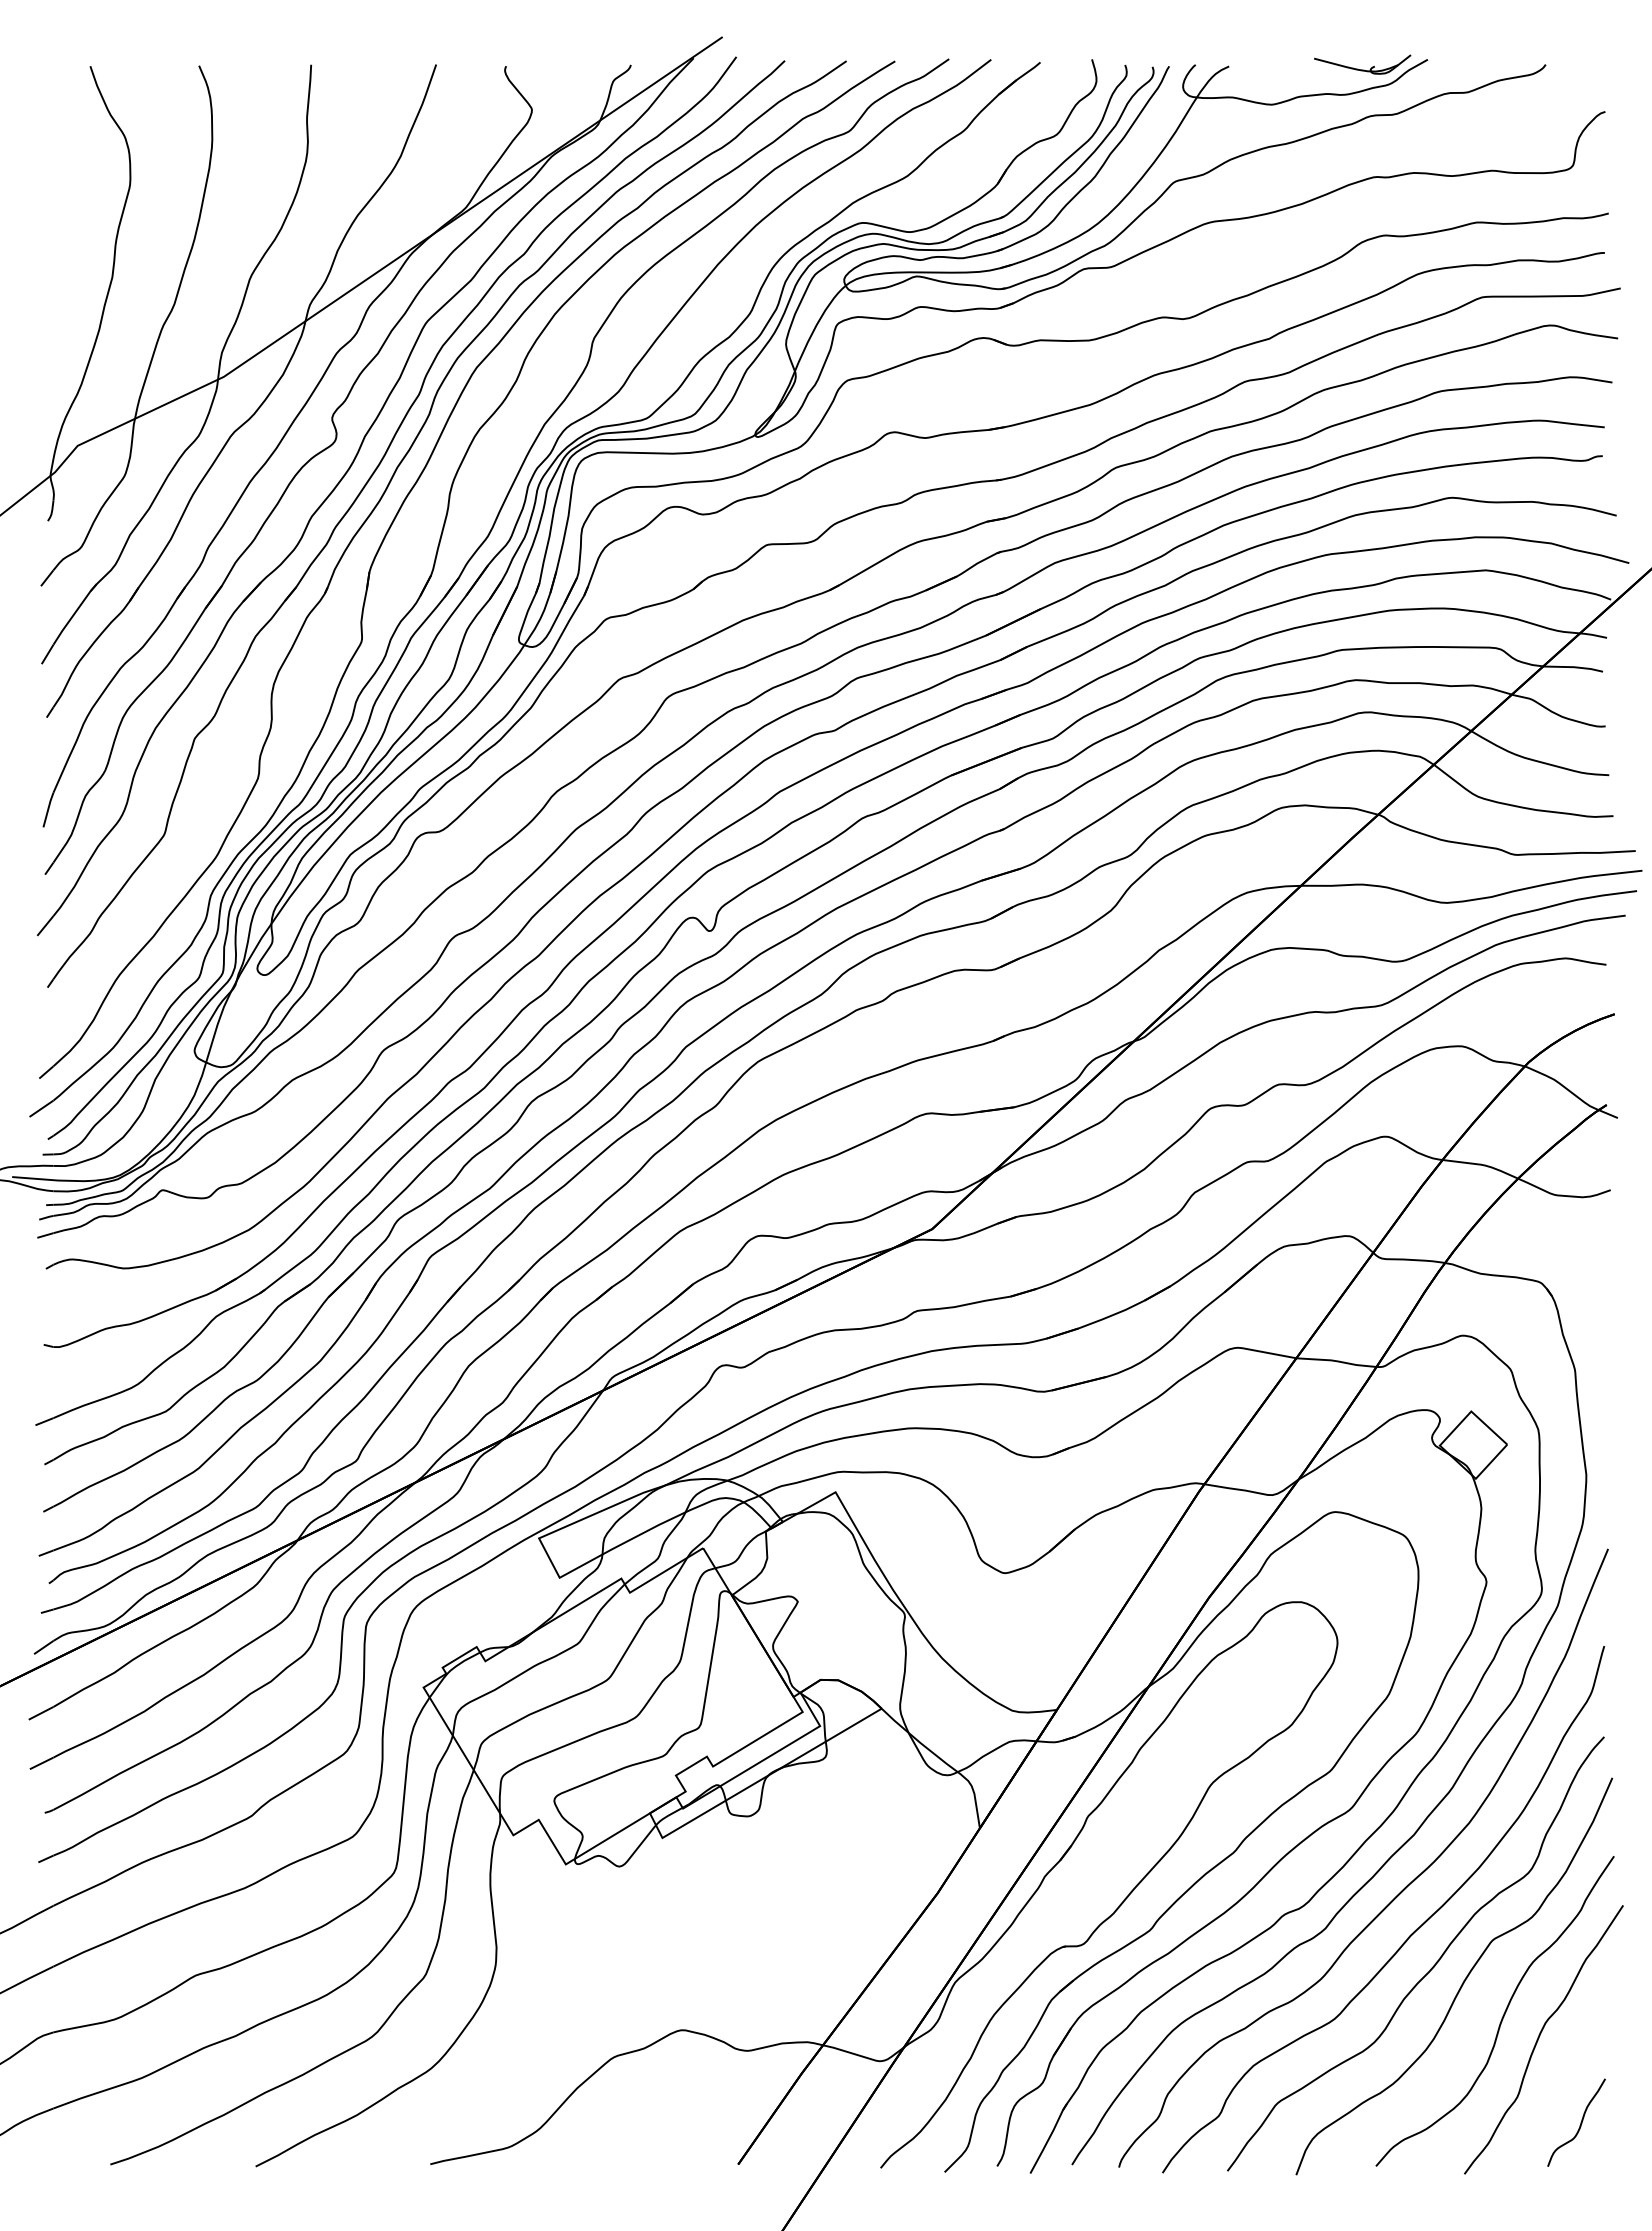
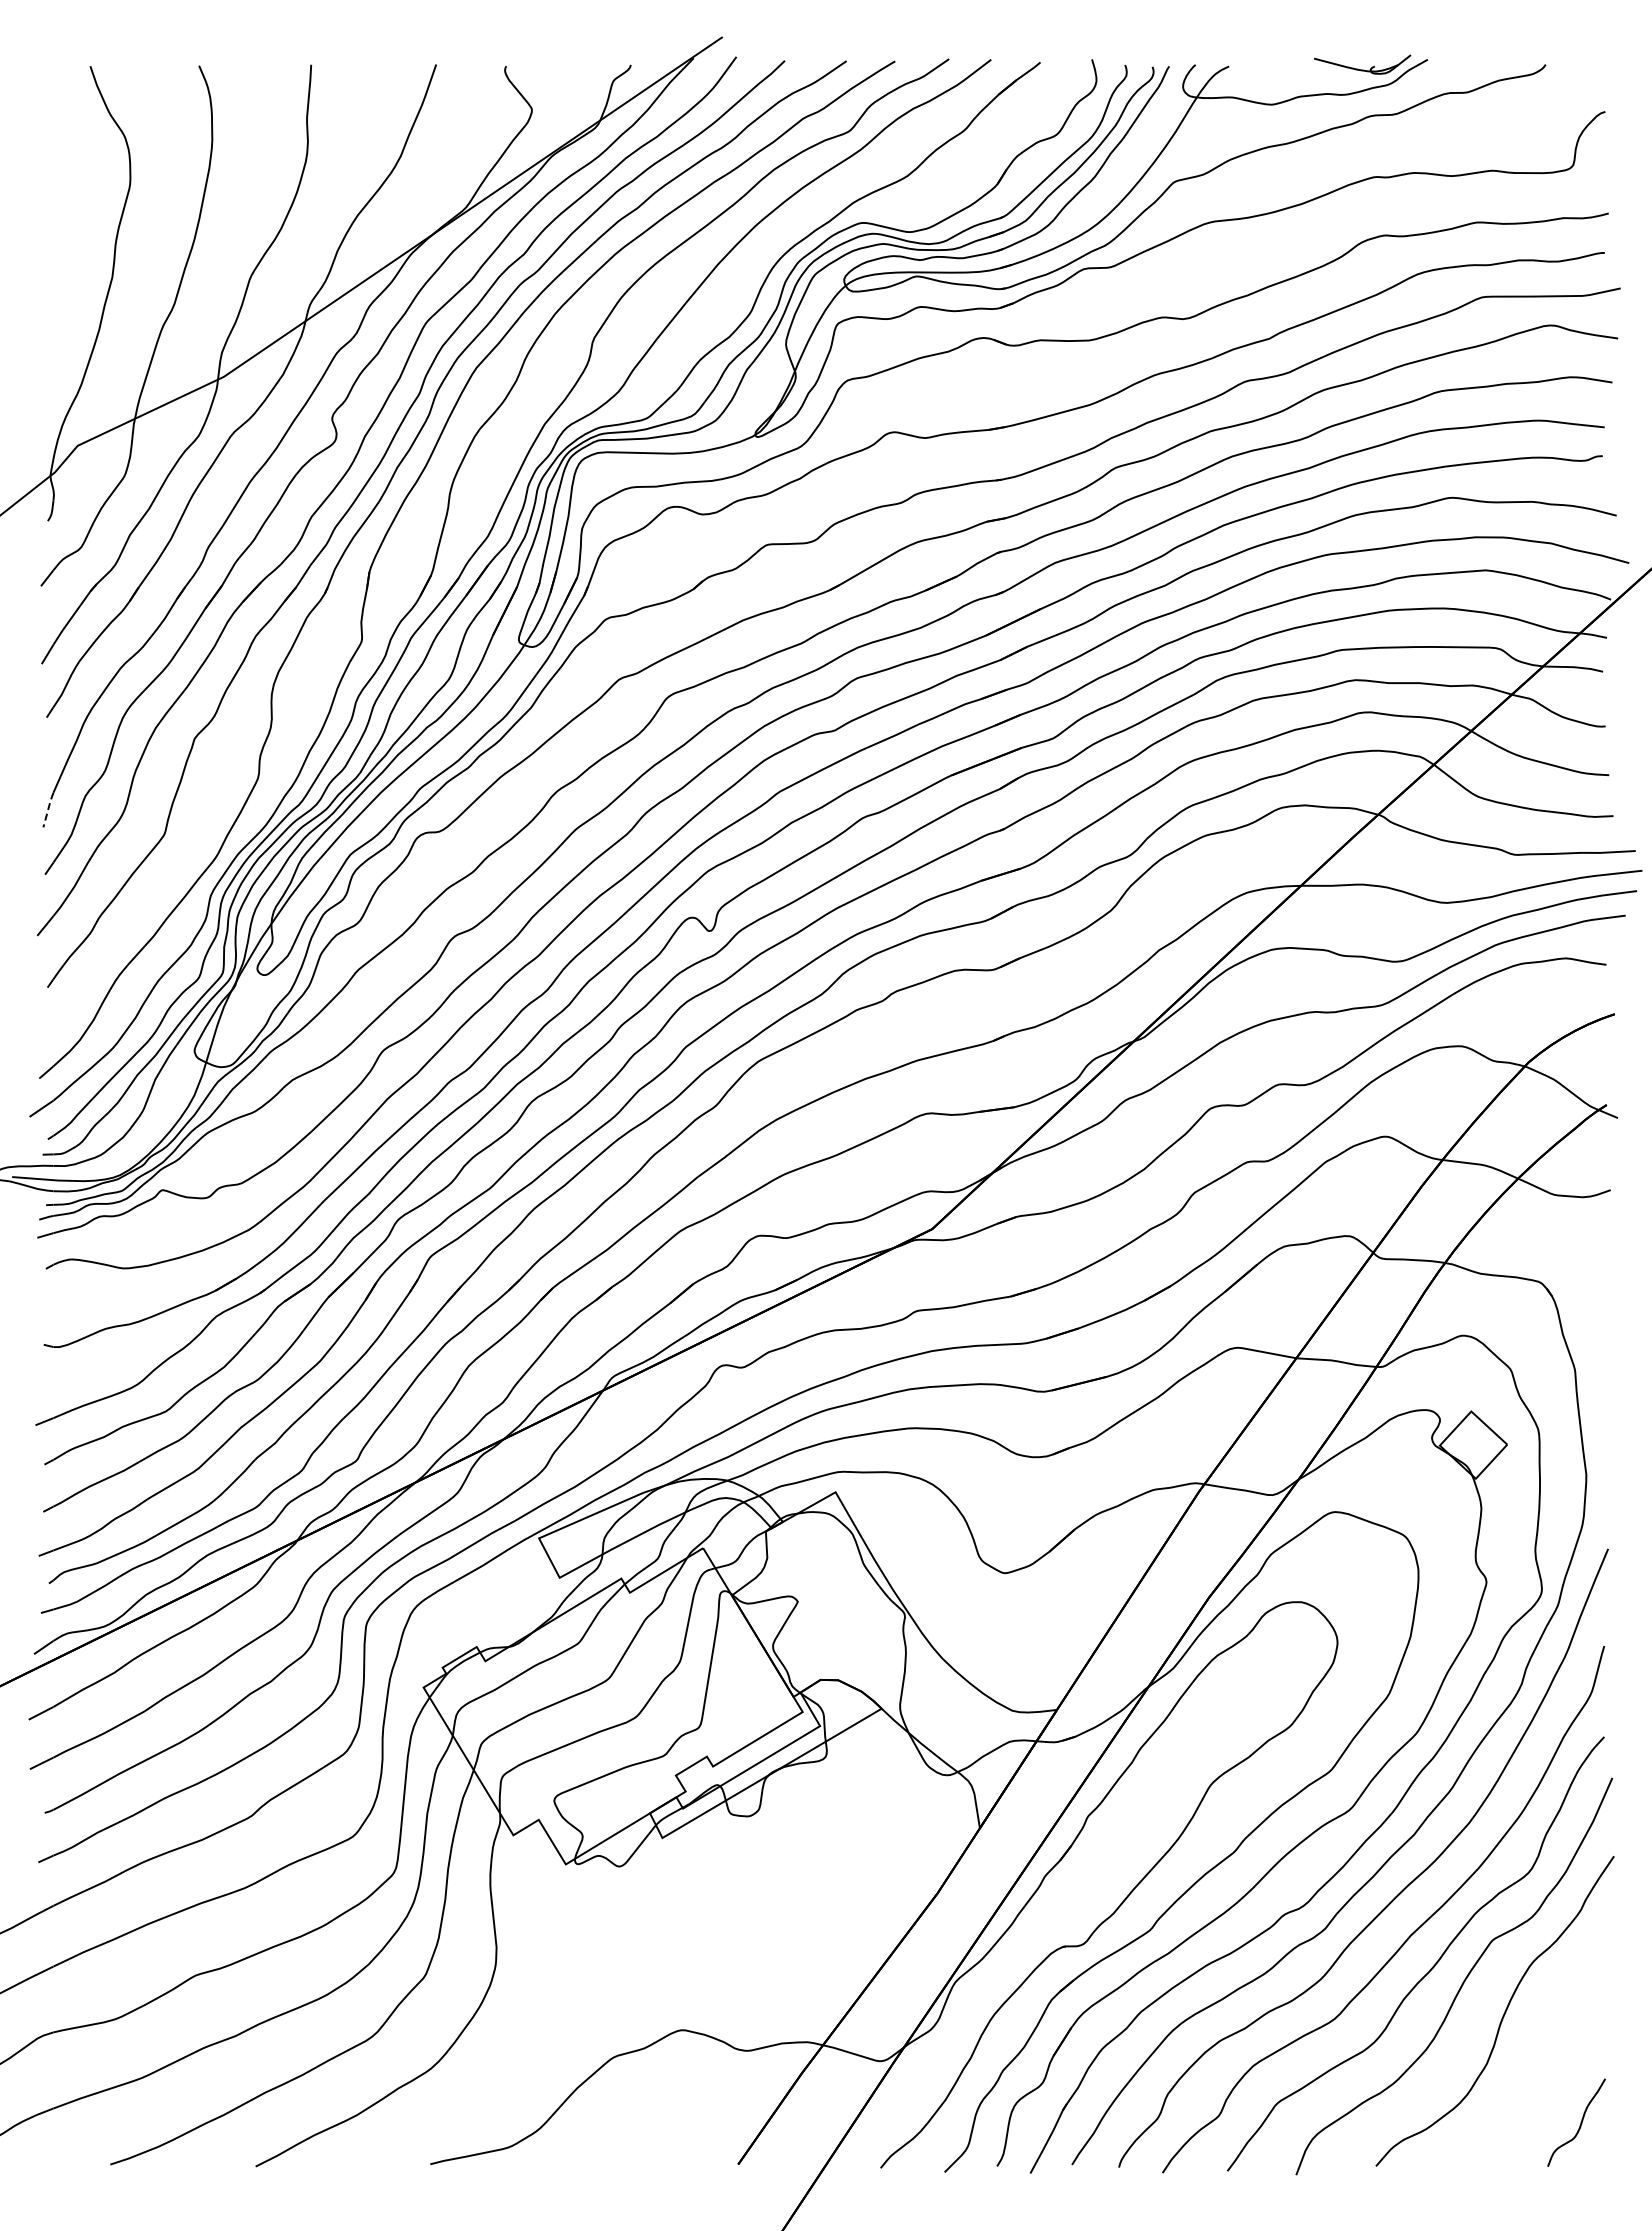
line at (48, 809): solid -> dashed
curve at (1539, 2038): present -> none
